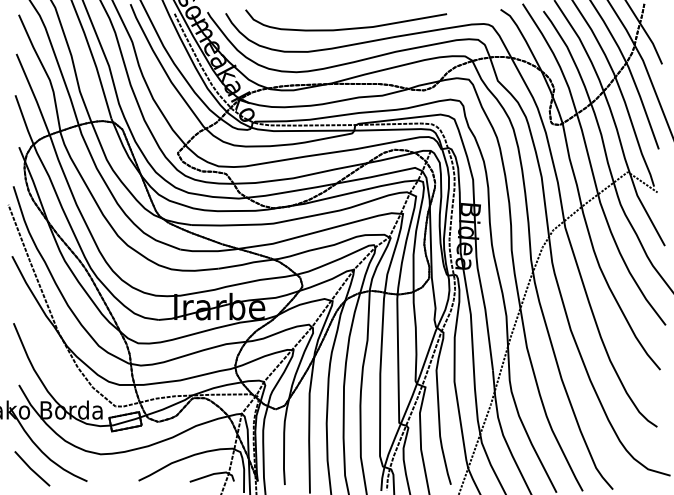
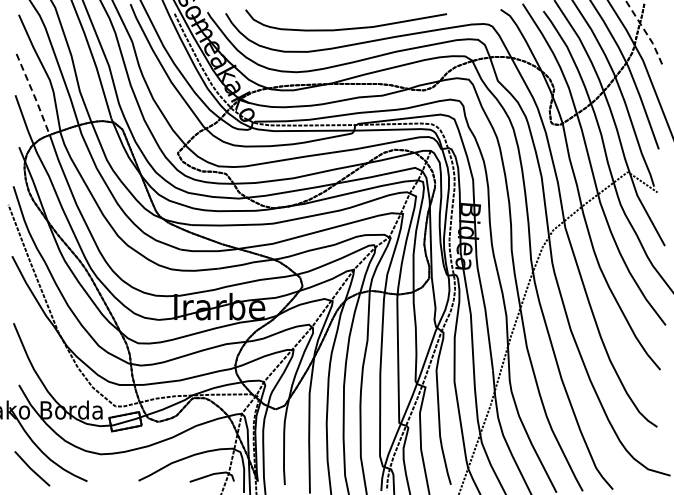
line at (645, 31): solid -> dashed
line at (33, 94): solid -> dashed
